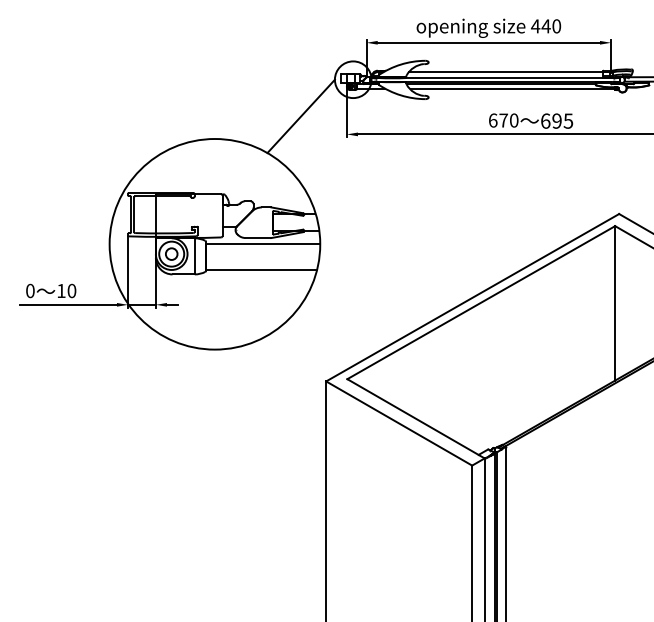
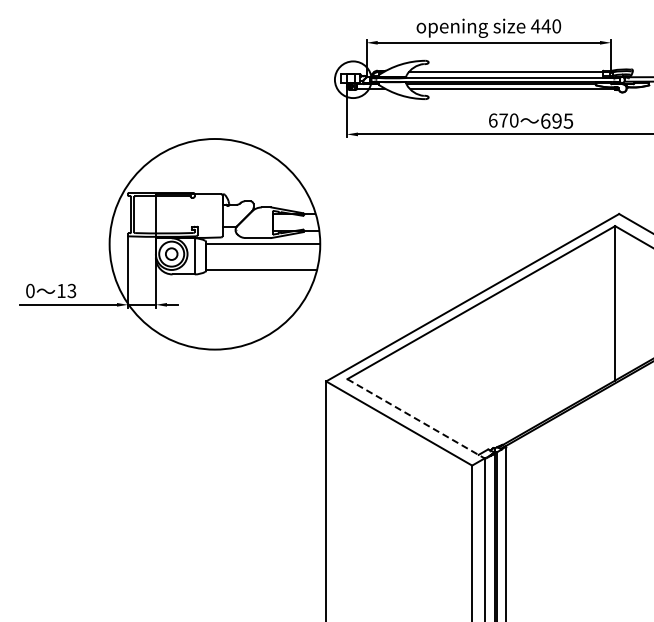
line at (300, 116): present -> none
text at (71, 291): 10 -> 13
line at (416, 419): solid -> dashed
